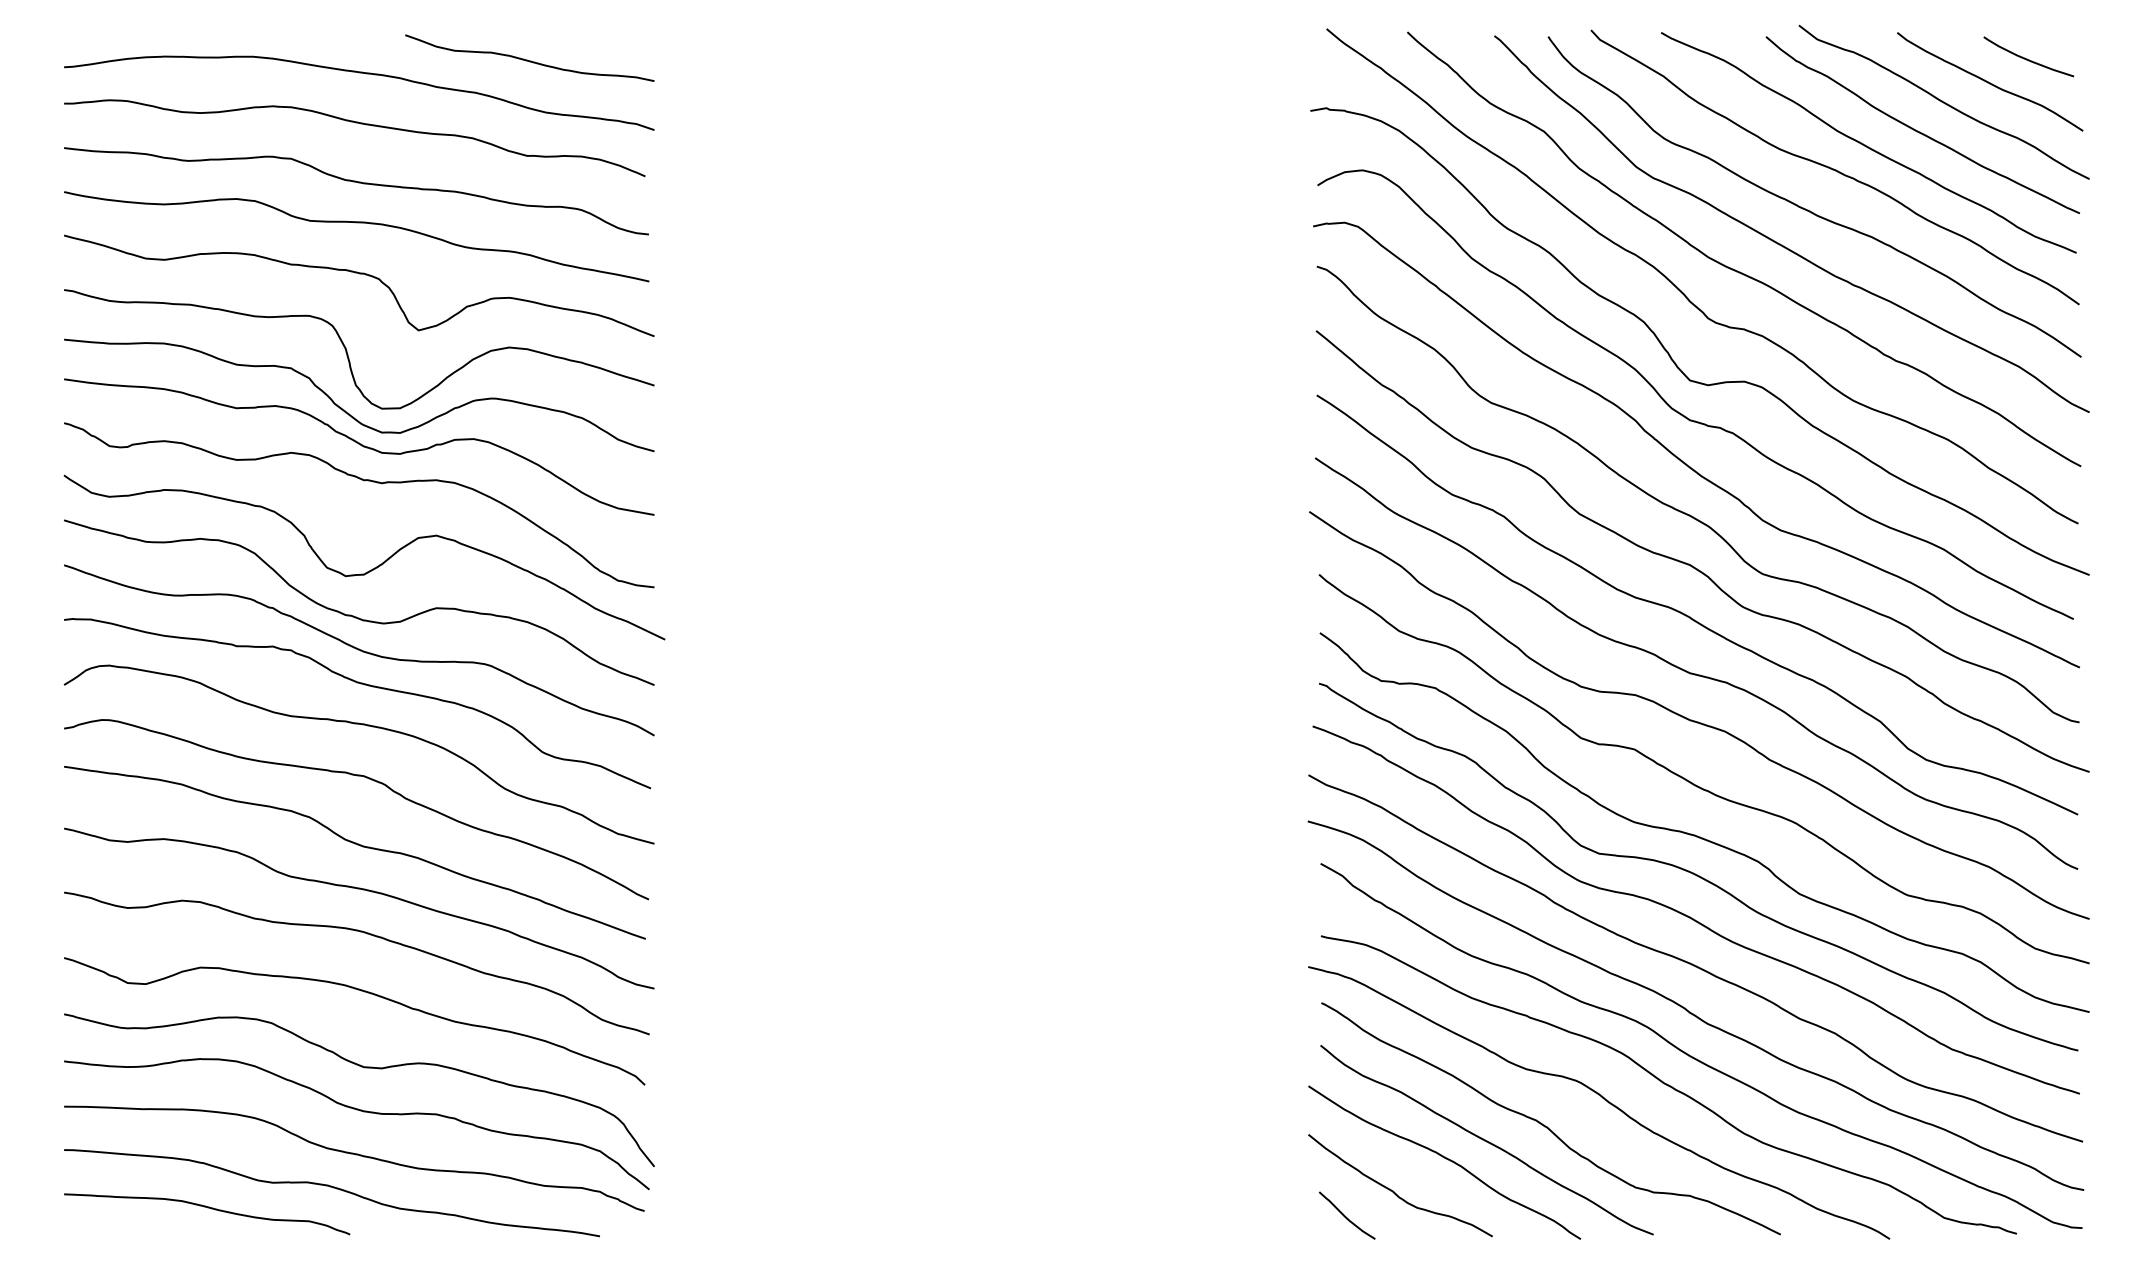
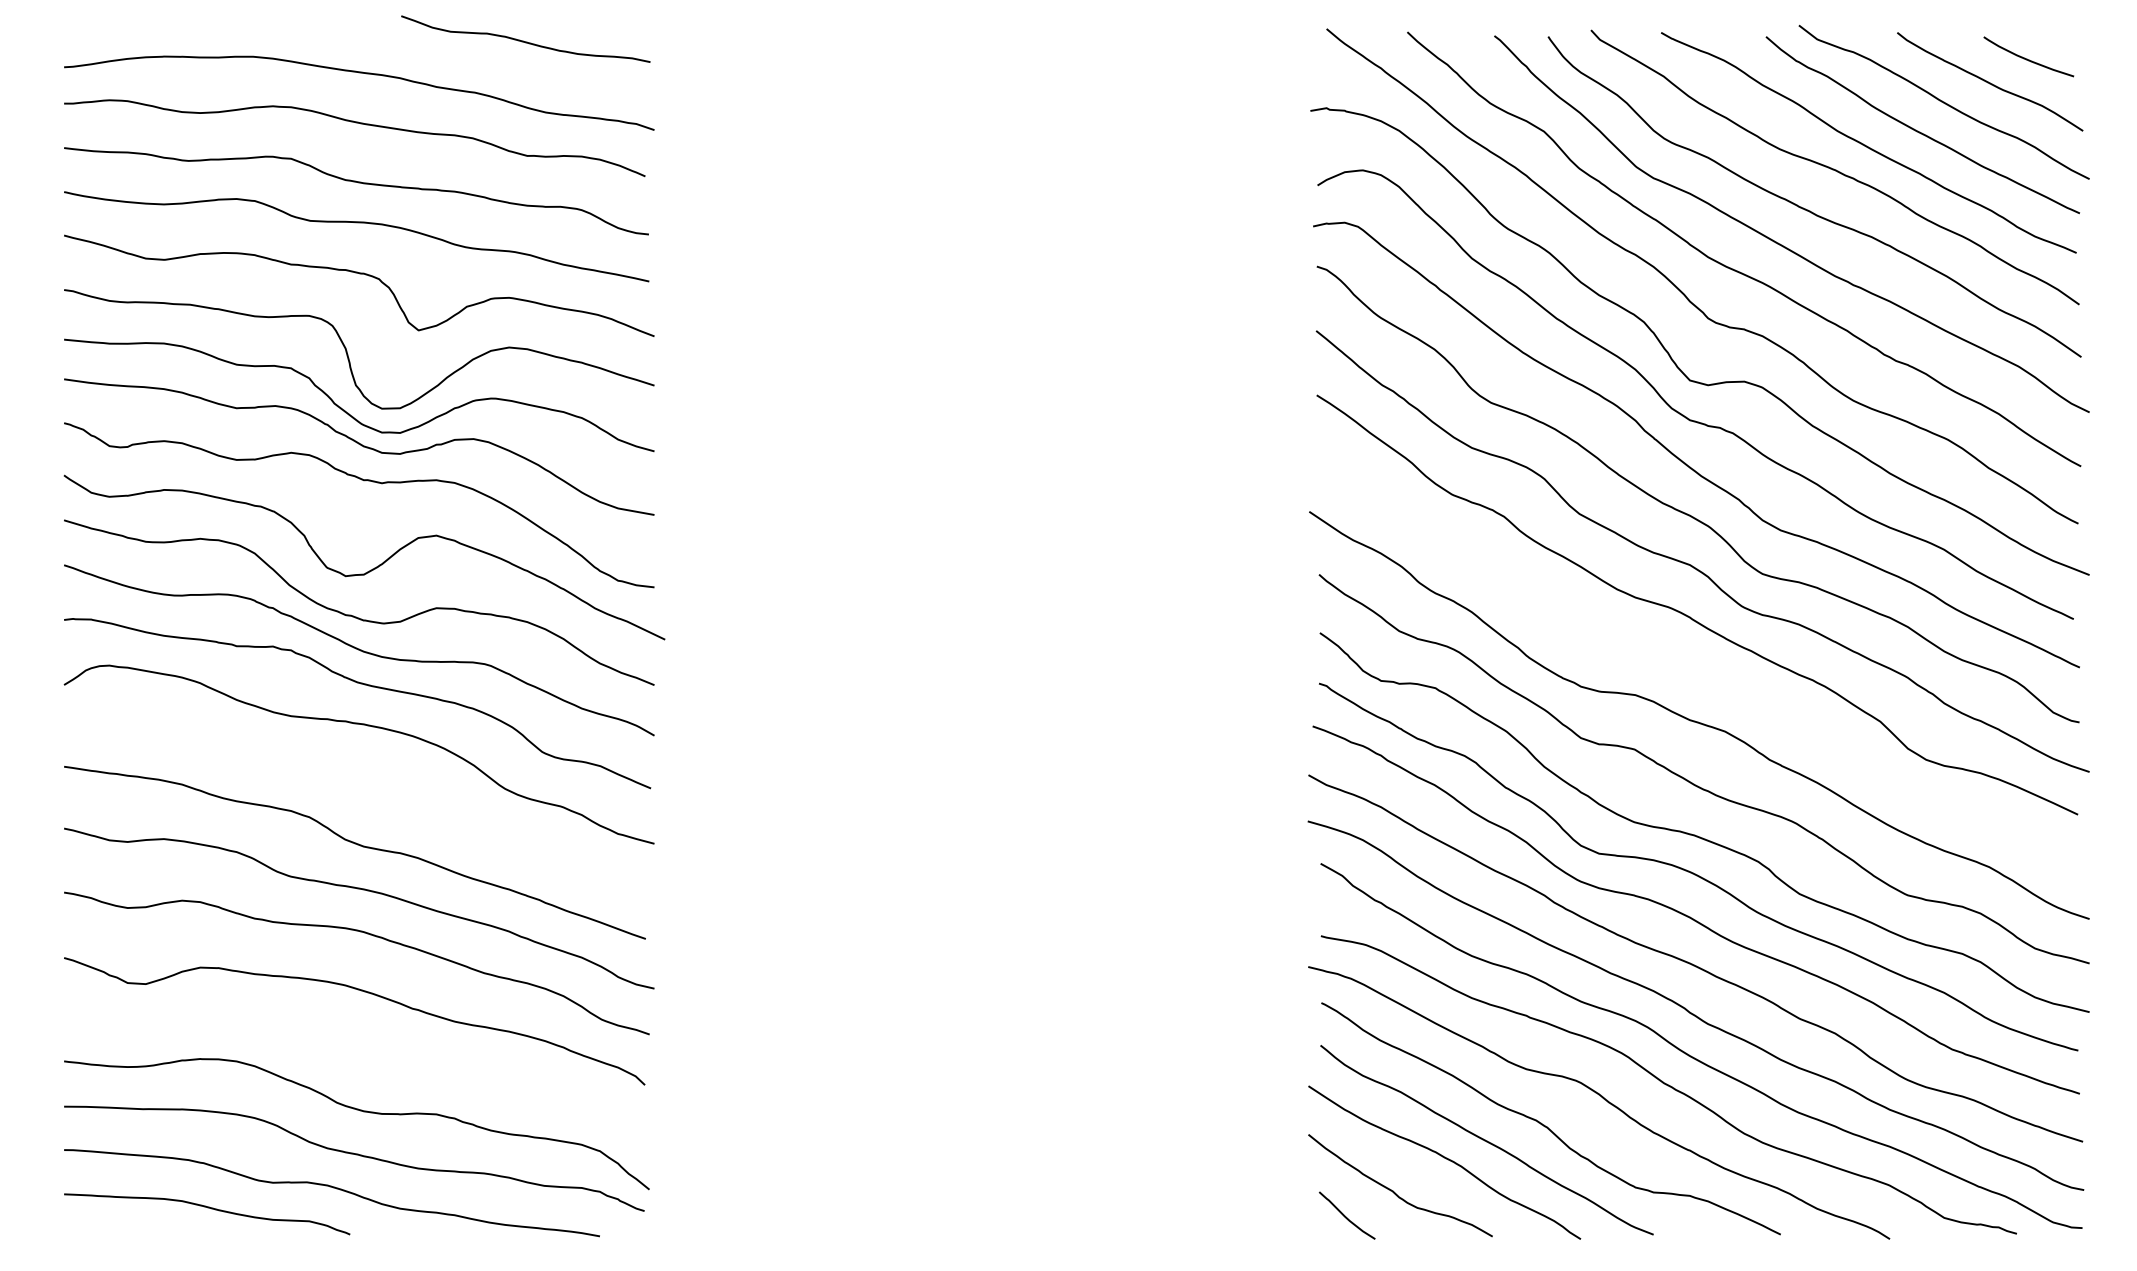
curve at (527, 59) position: (527, 59) -> (523, 40)
curve at (1692, 672): present -> none
curve at (366, 778): present -> none
curve at (364, 1068): present -> none
